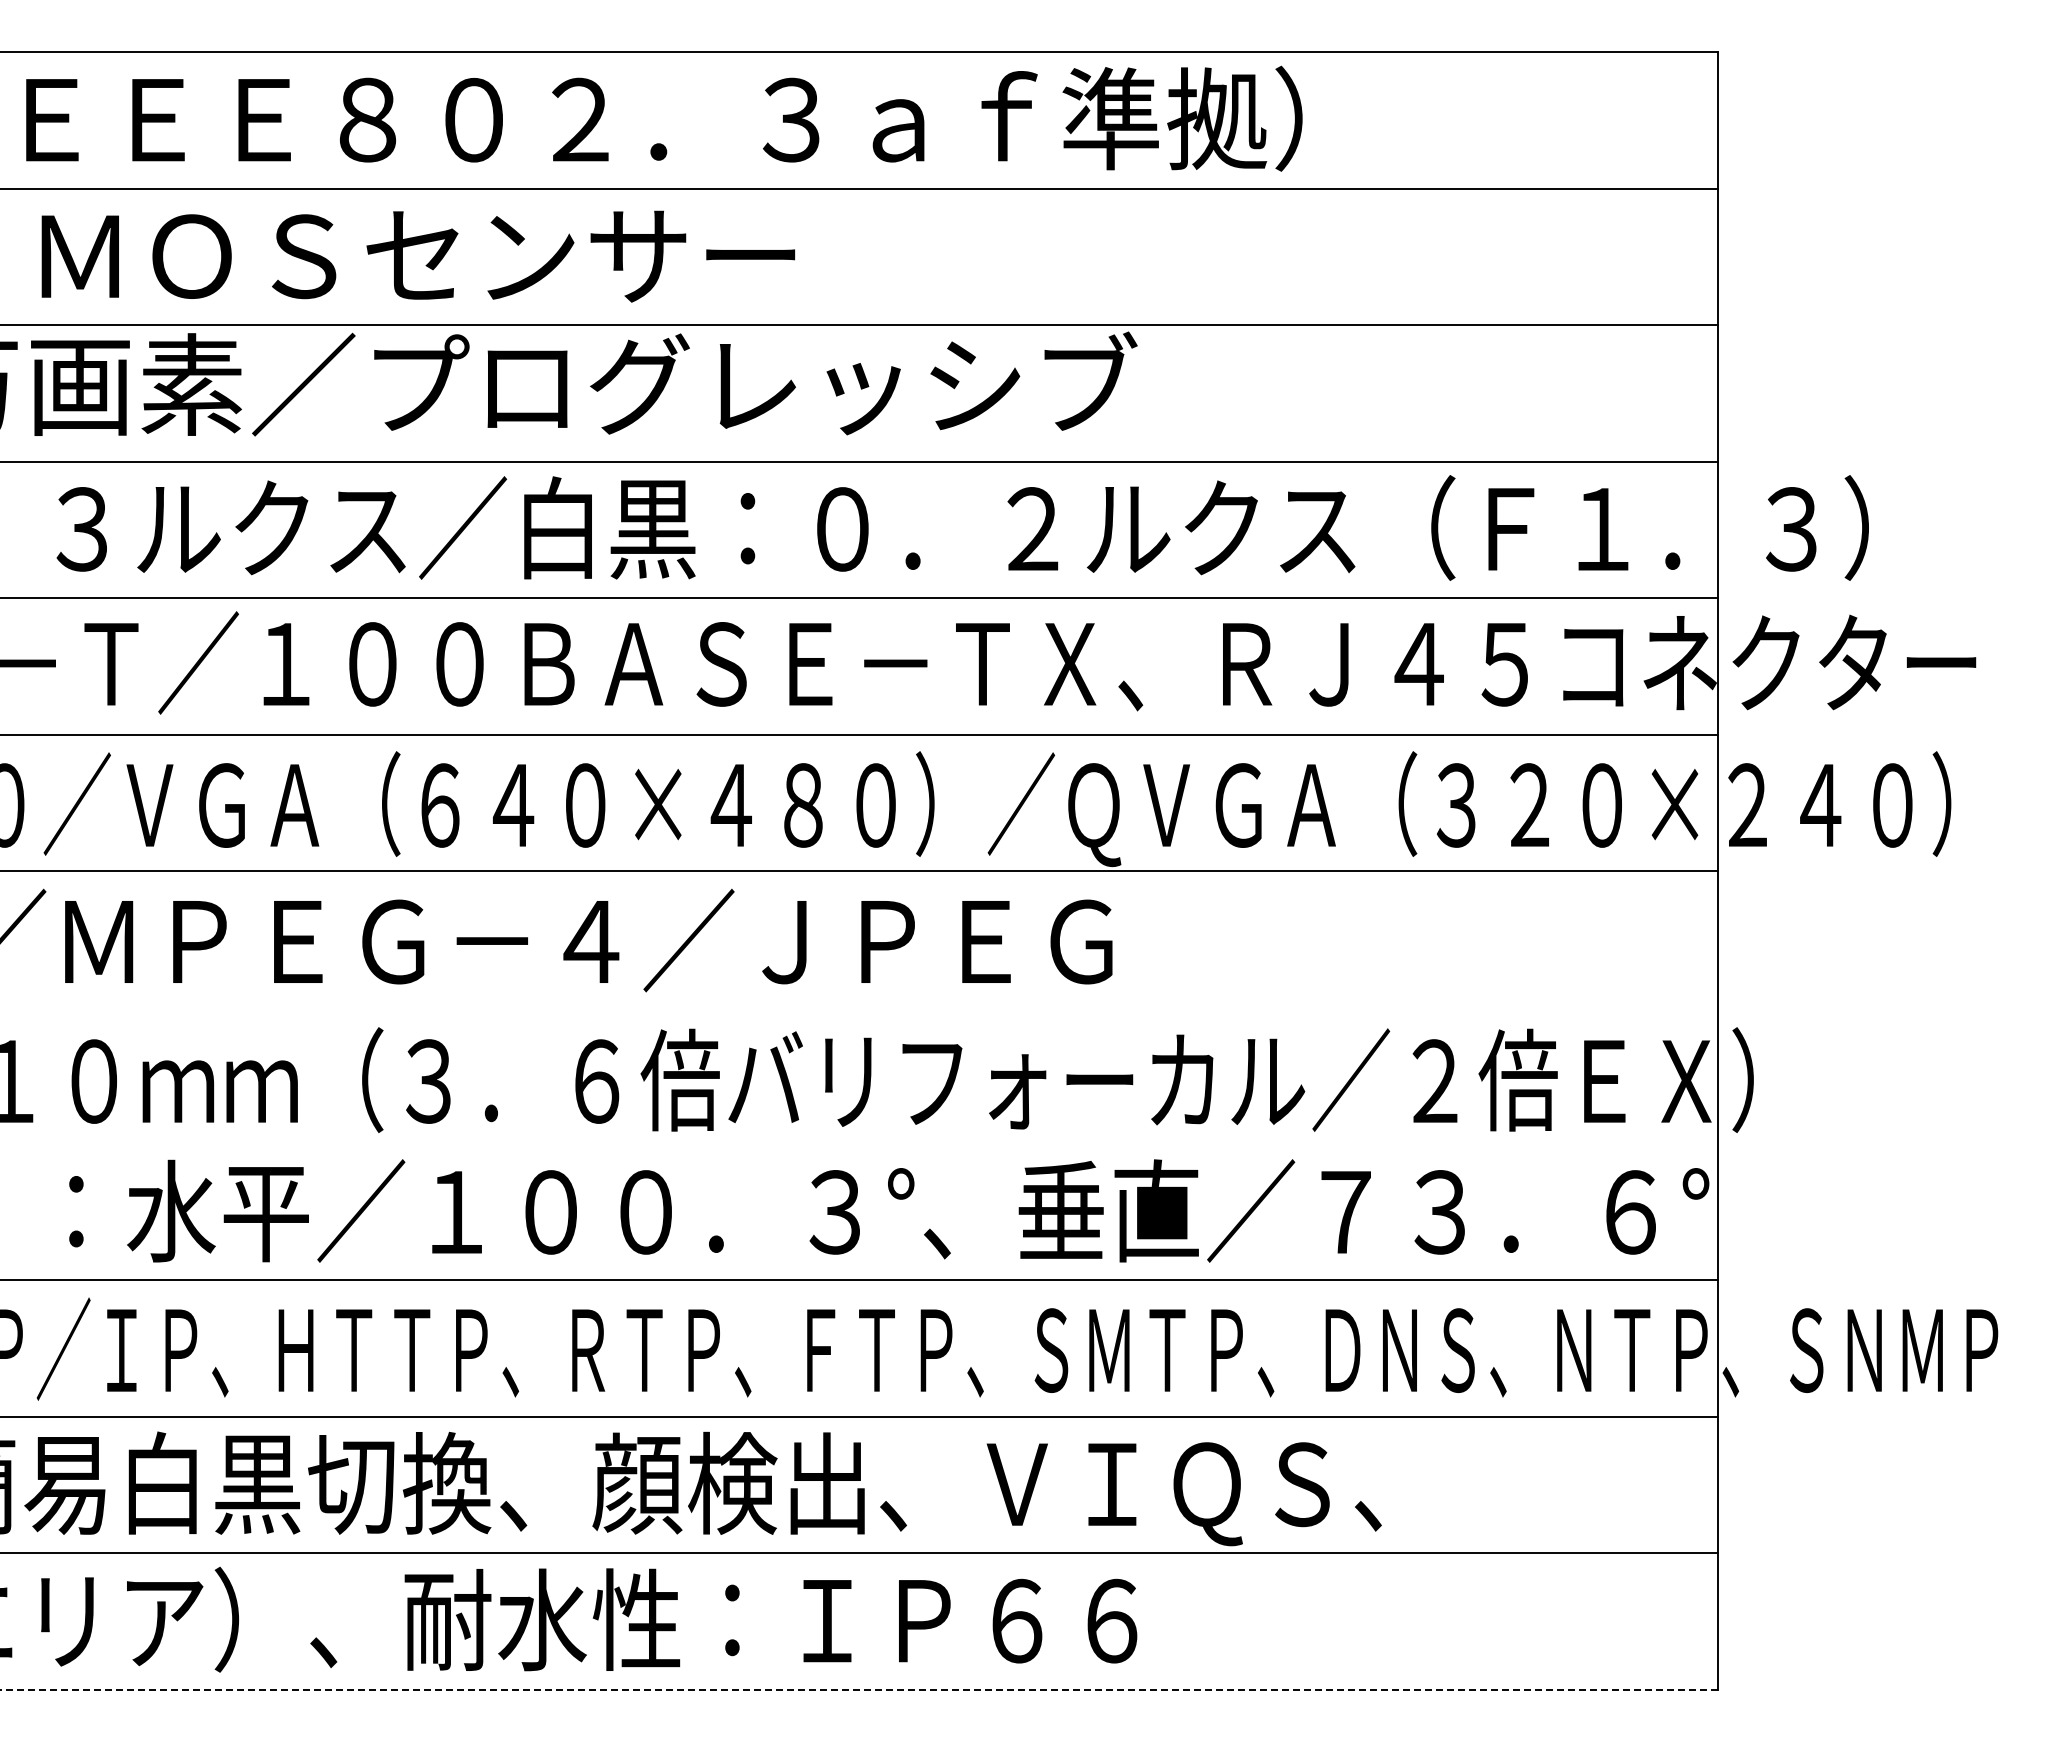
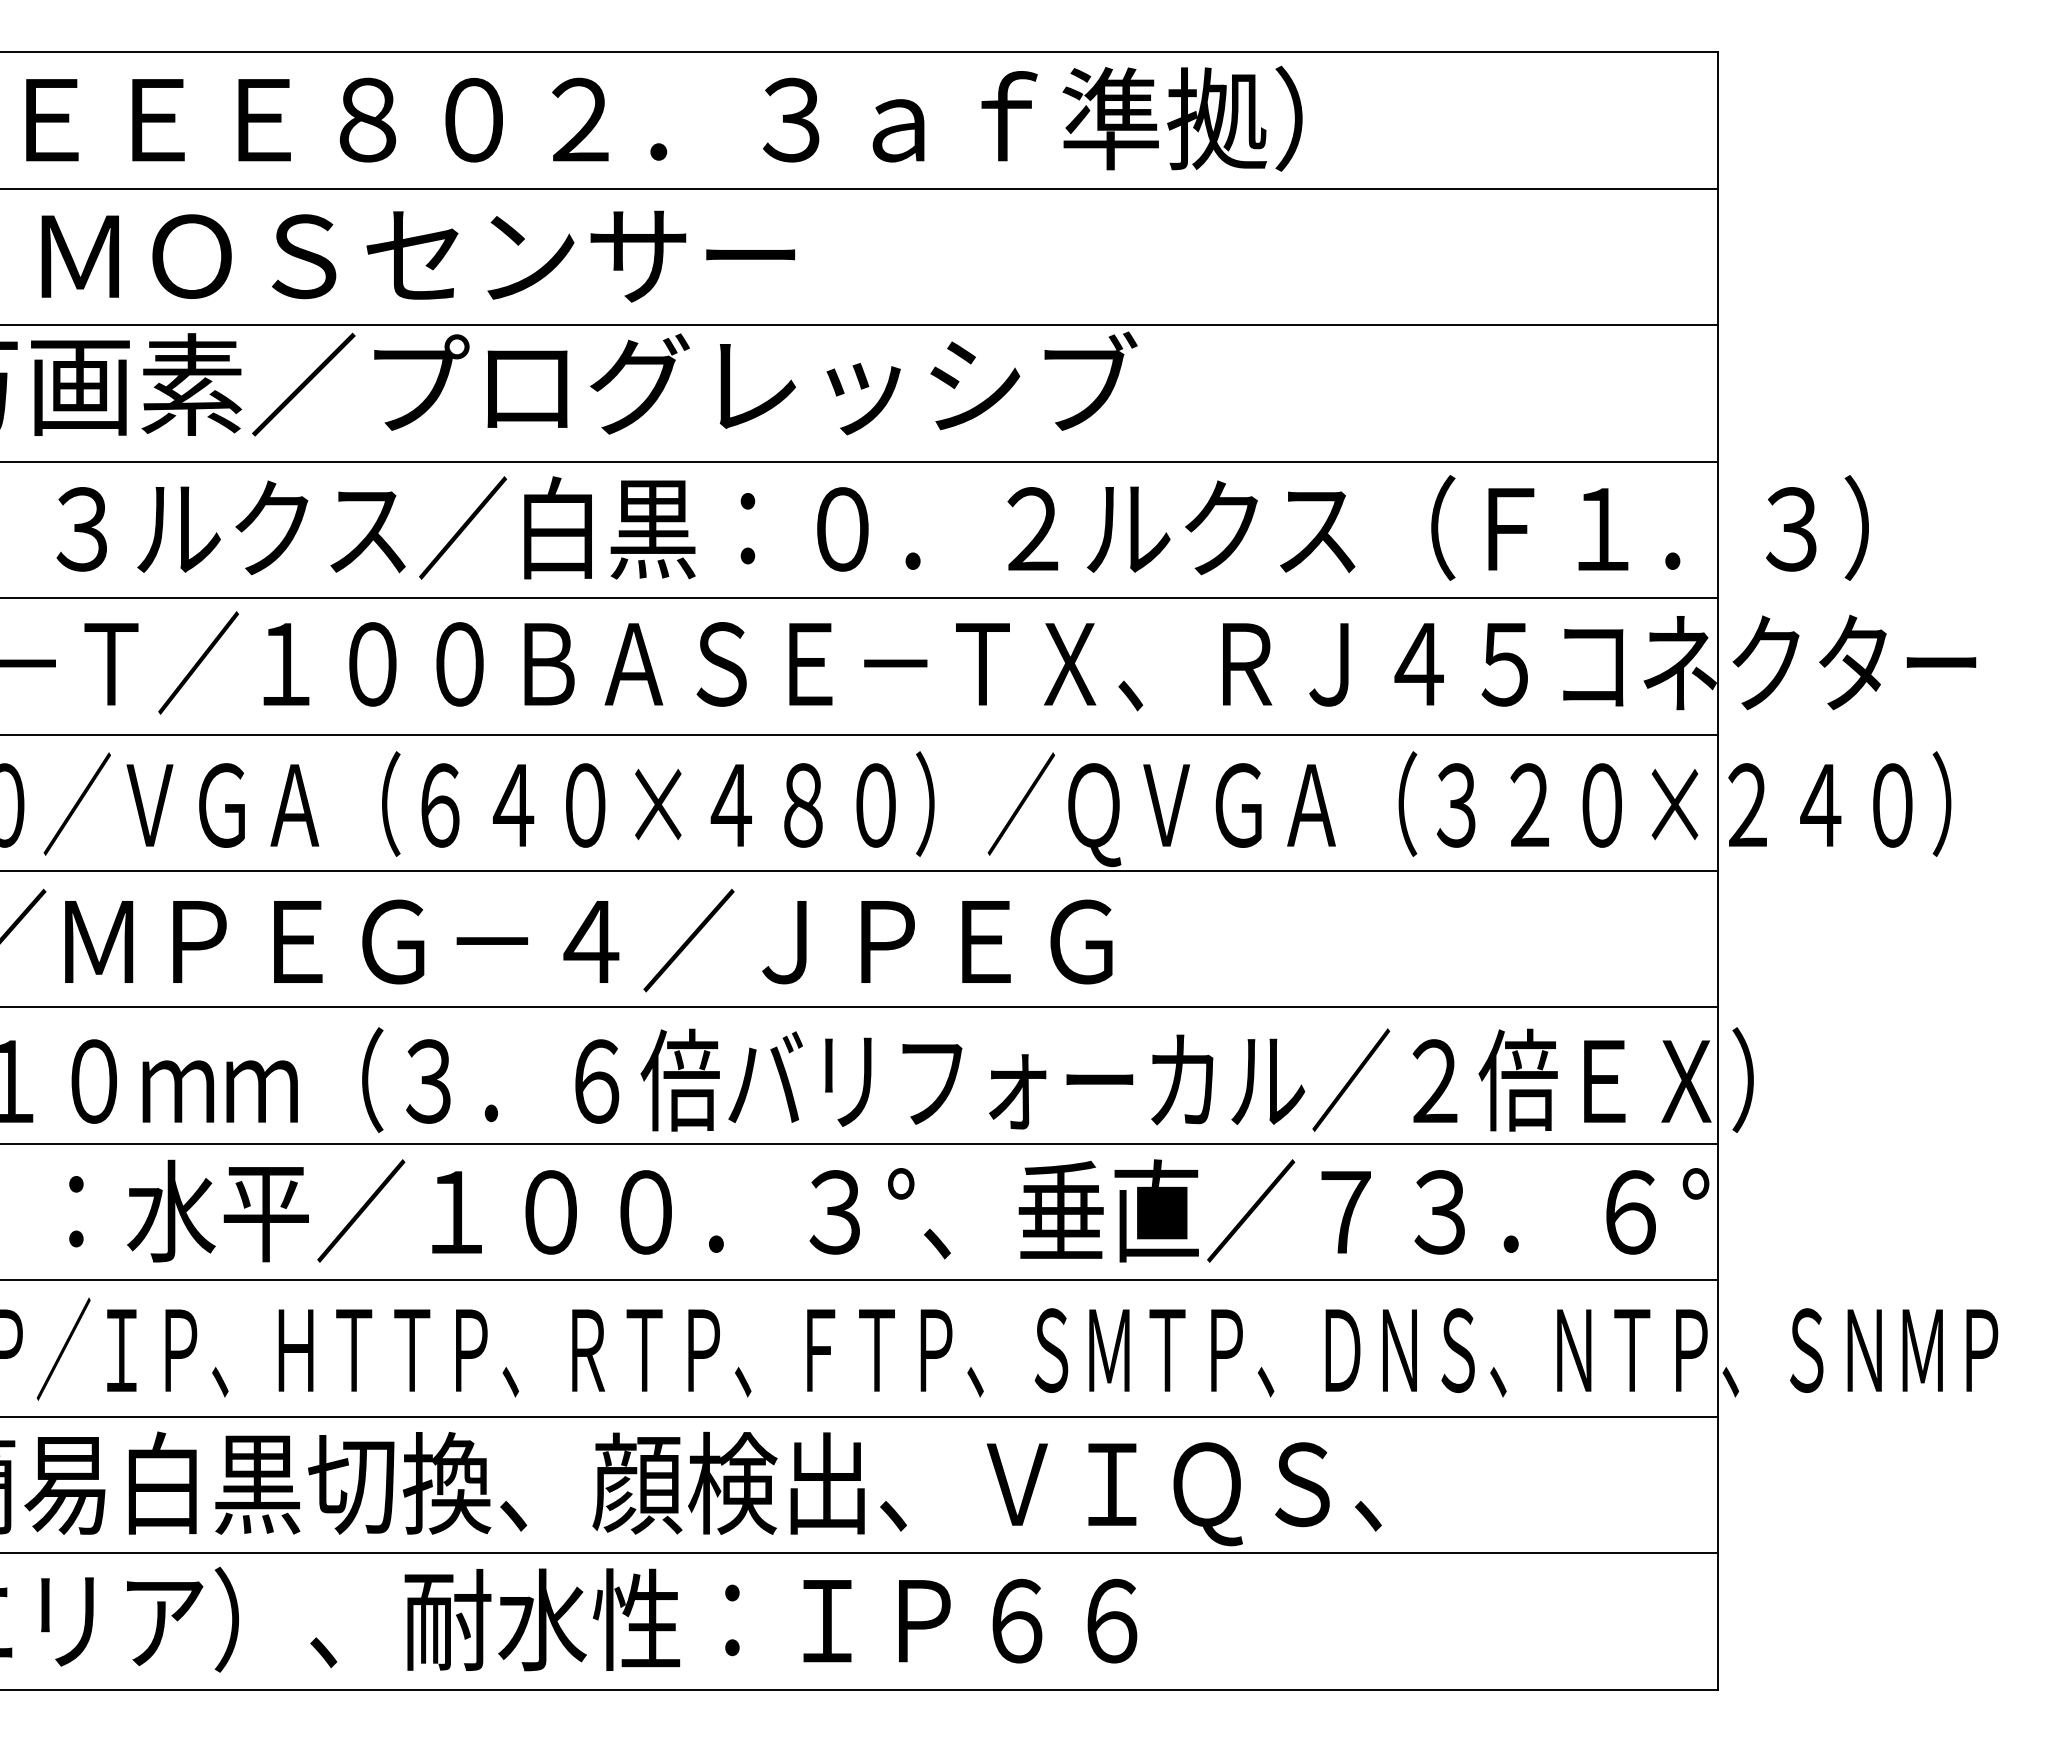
line at (860, 1007): none -> present
line at (860, 1143): none -> present
line at (859, 1689): dashed -> solid
